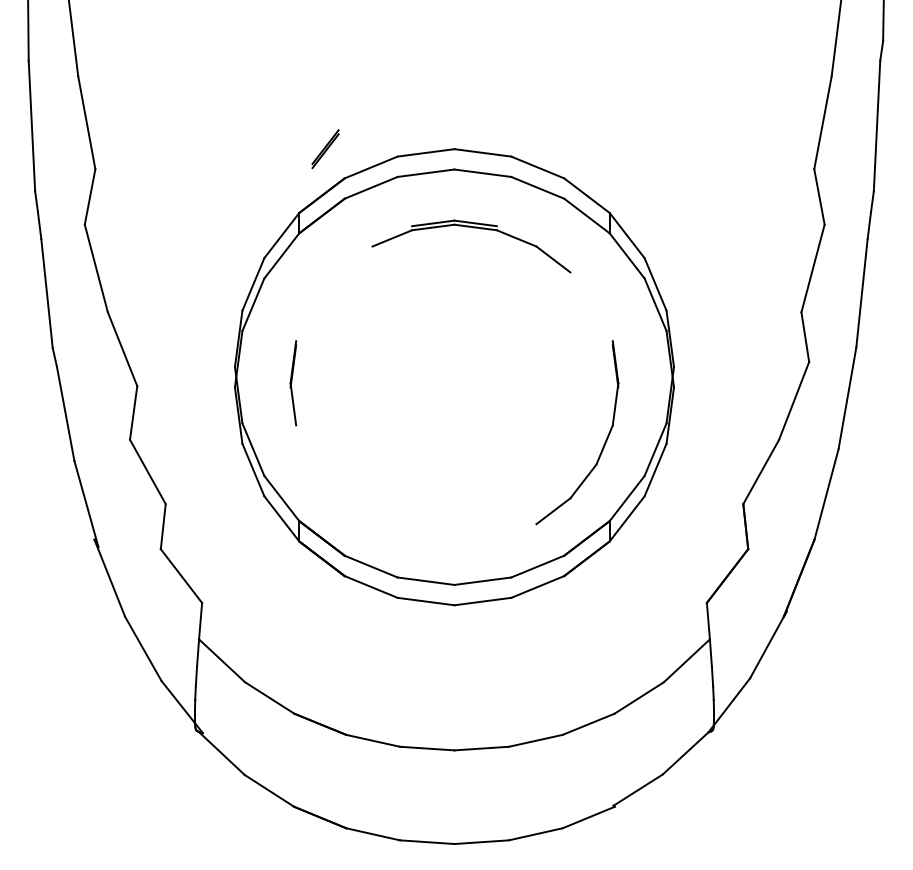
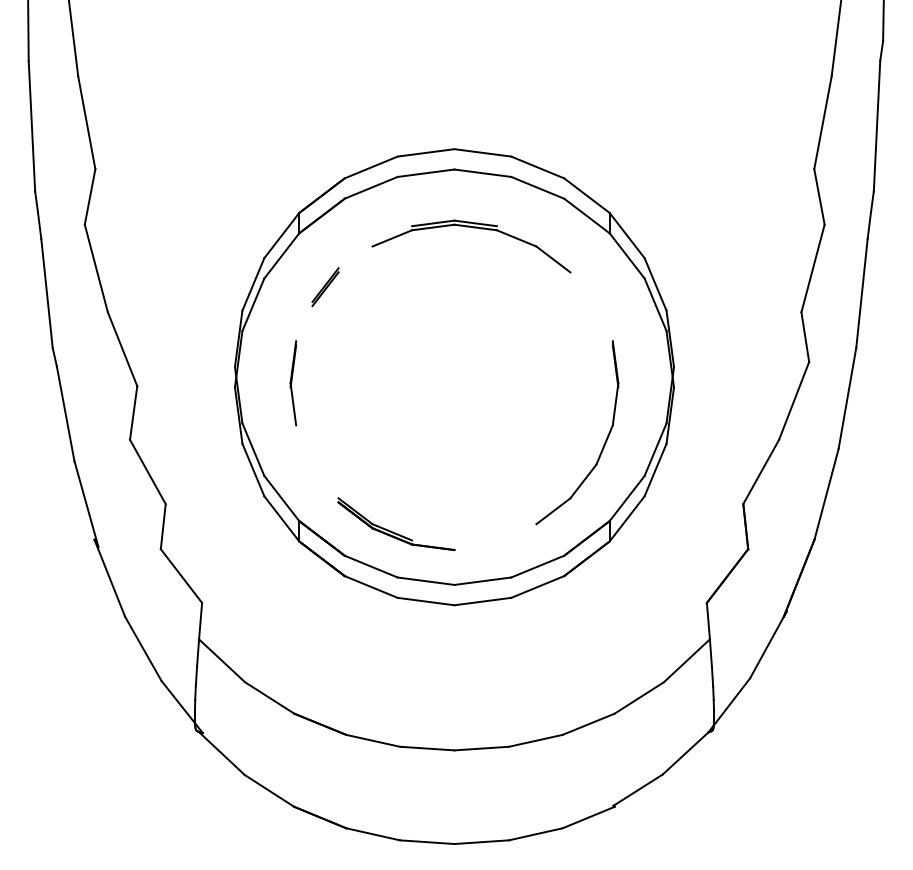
part at (325, 149) position: (325, 149) -> (325, 287)
part at (393, 531): none -> present
